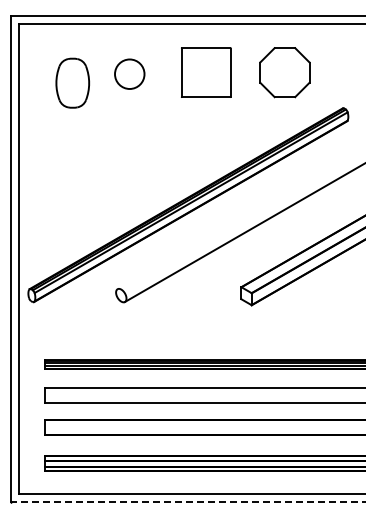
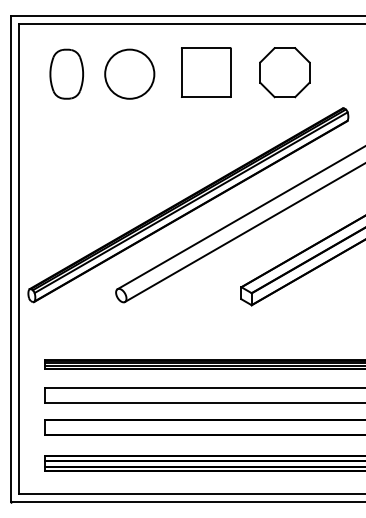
circle at (129, 73) diameter: 30 px -> 49 px
part at (72, 82) position: (72, 82) -> (66, 73)
line at (239, 218): none -> present
line at (187, 502): dashed -> solid
